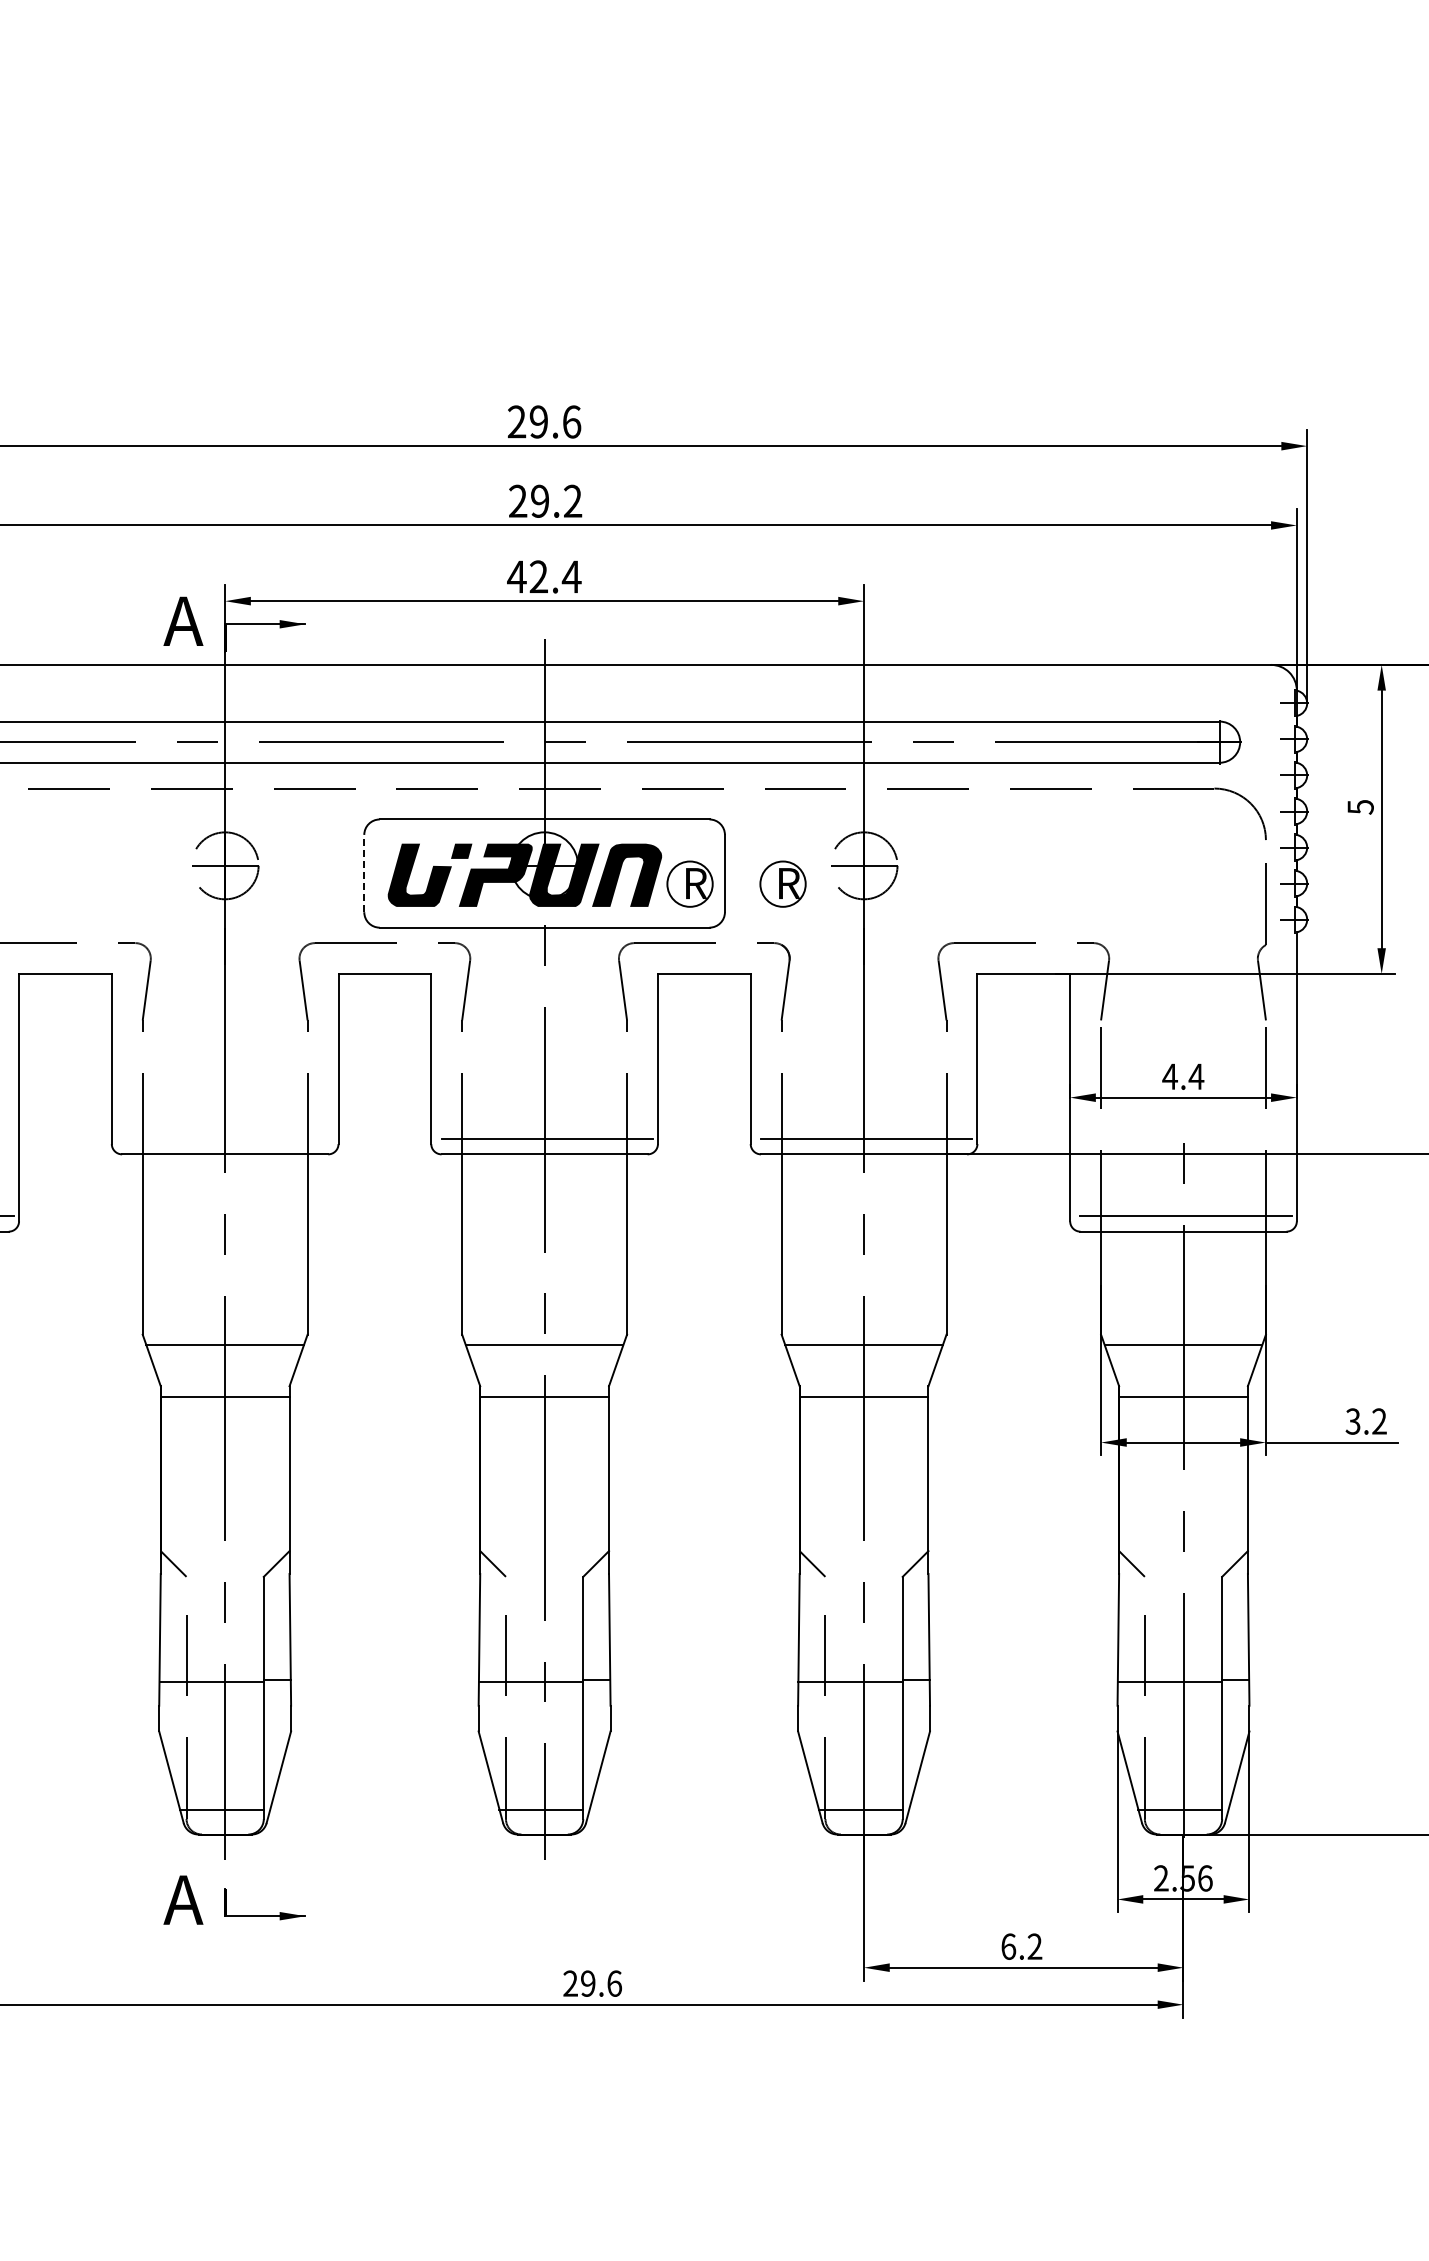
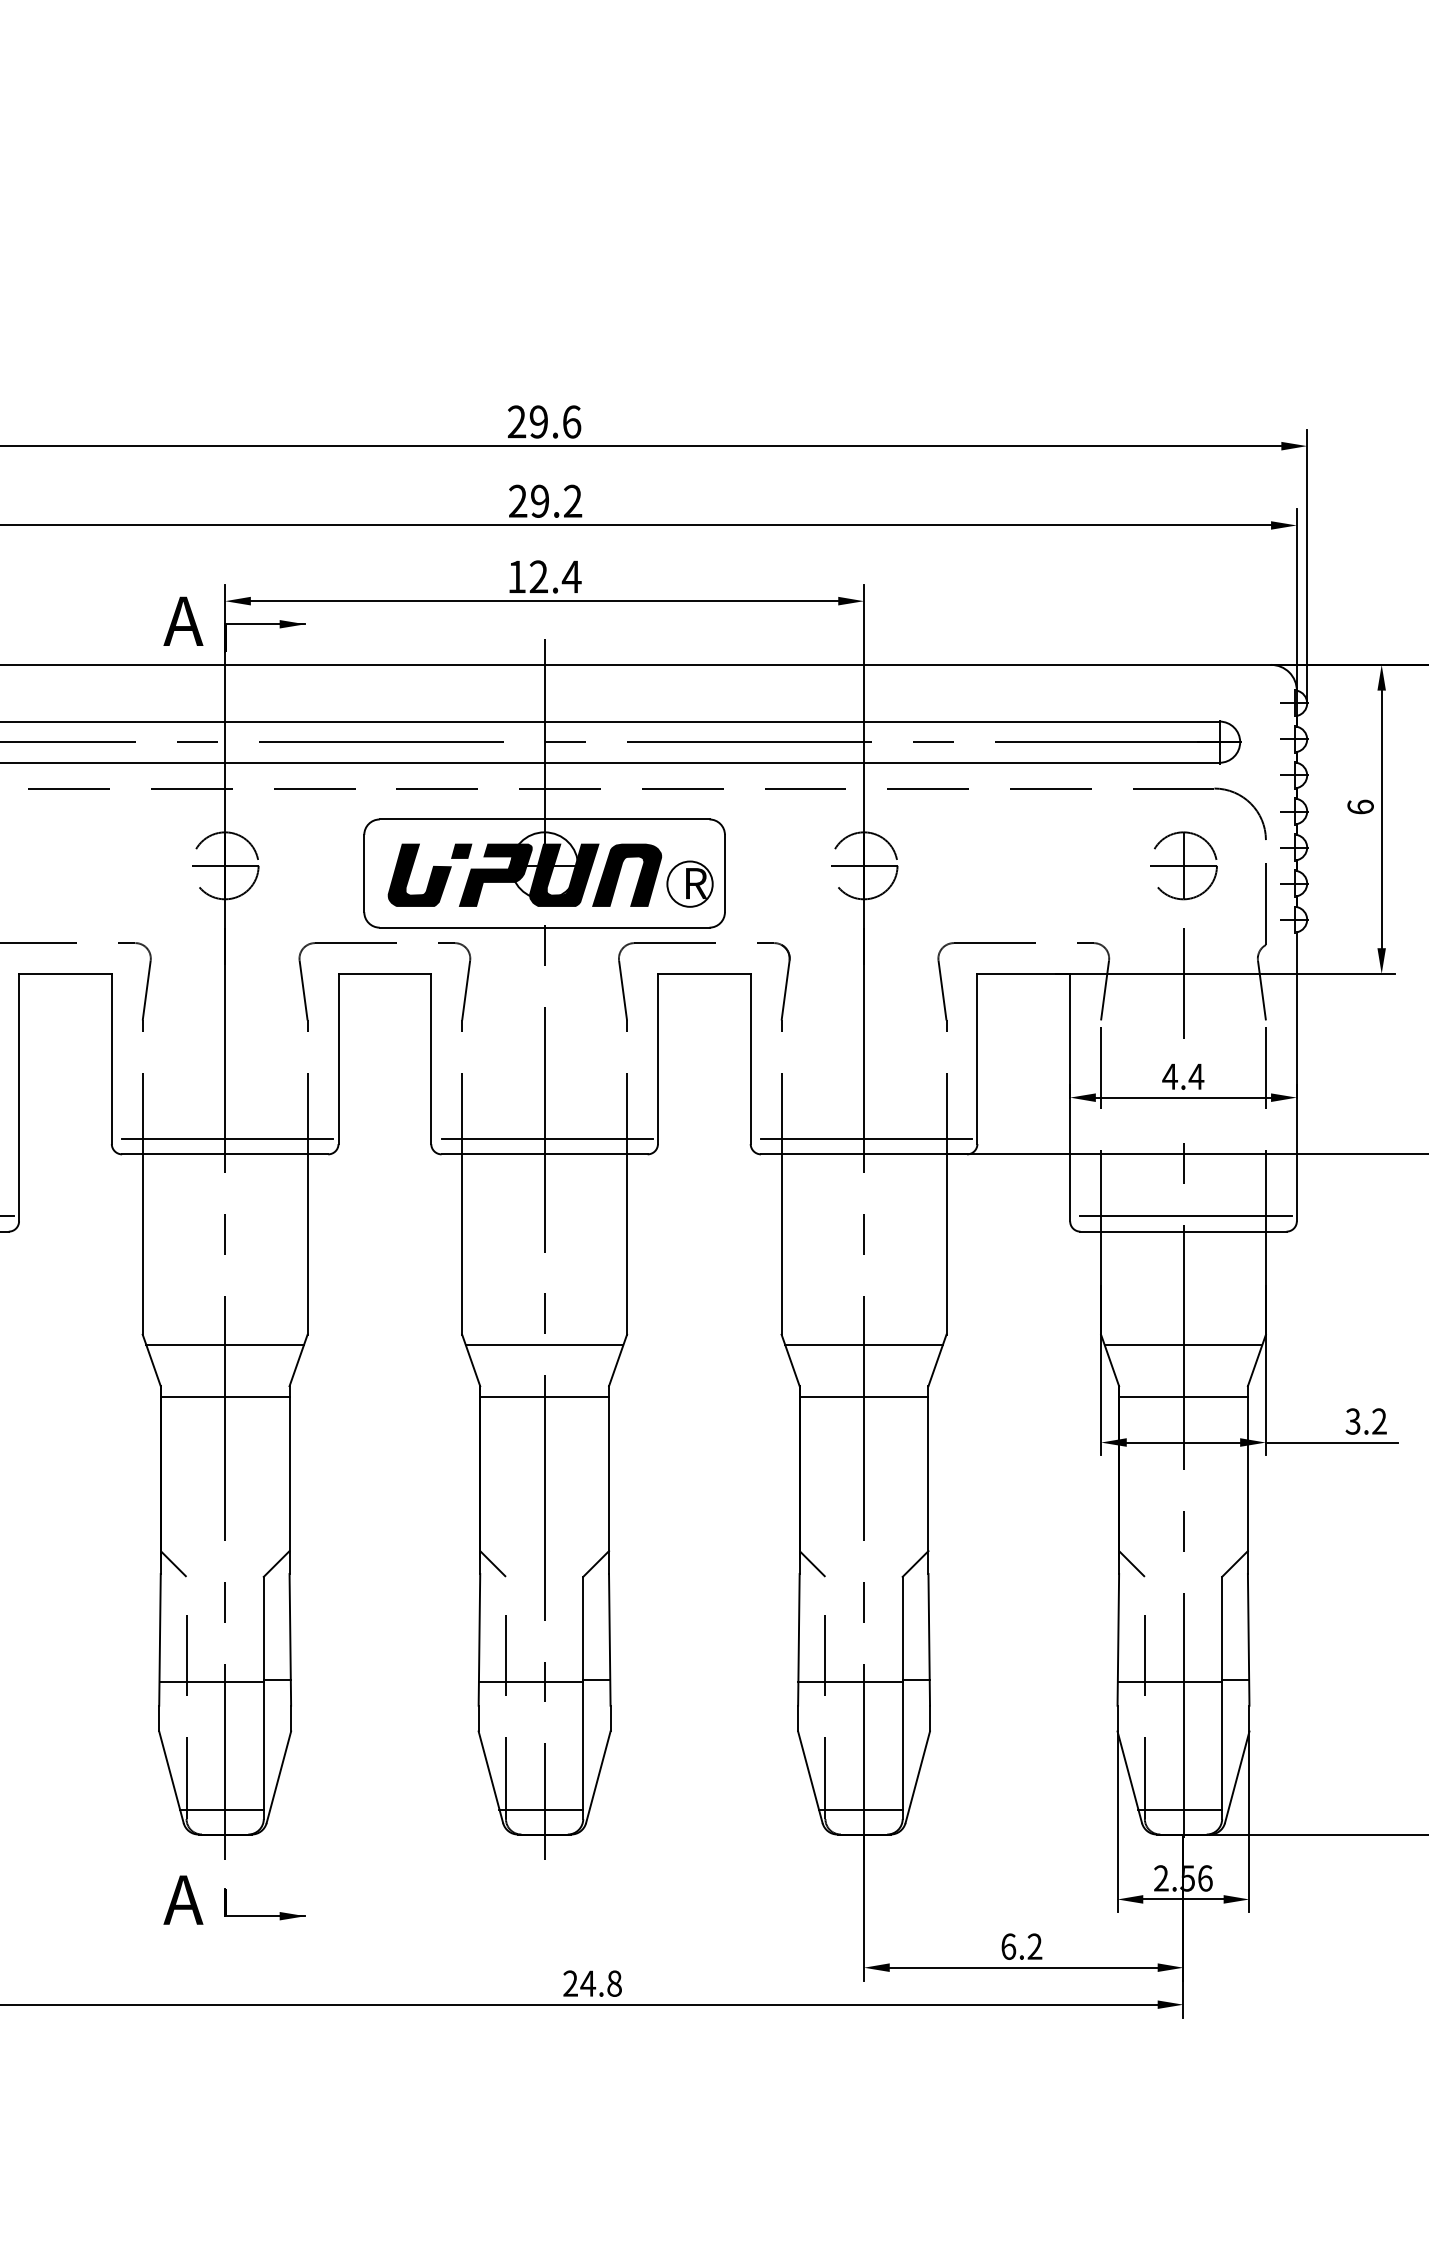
text at (516, 576): 42.4 -> 12.4
text at (1360, 806): 5 -> 6
part at (1183, 865): none -> present
line at (364, 873): dashed -> solid
part at (782, 883): present -> none
line at (1183, 983): none -> present
line at (227, 1138): none -> present
text at (601, 1983): 29.6 -> 24.8
